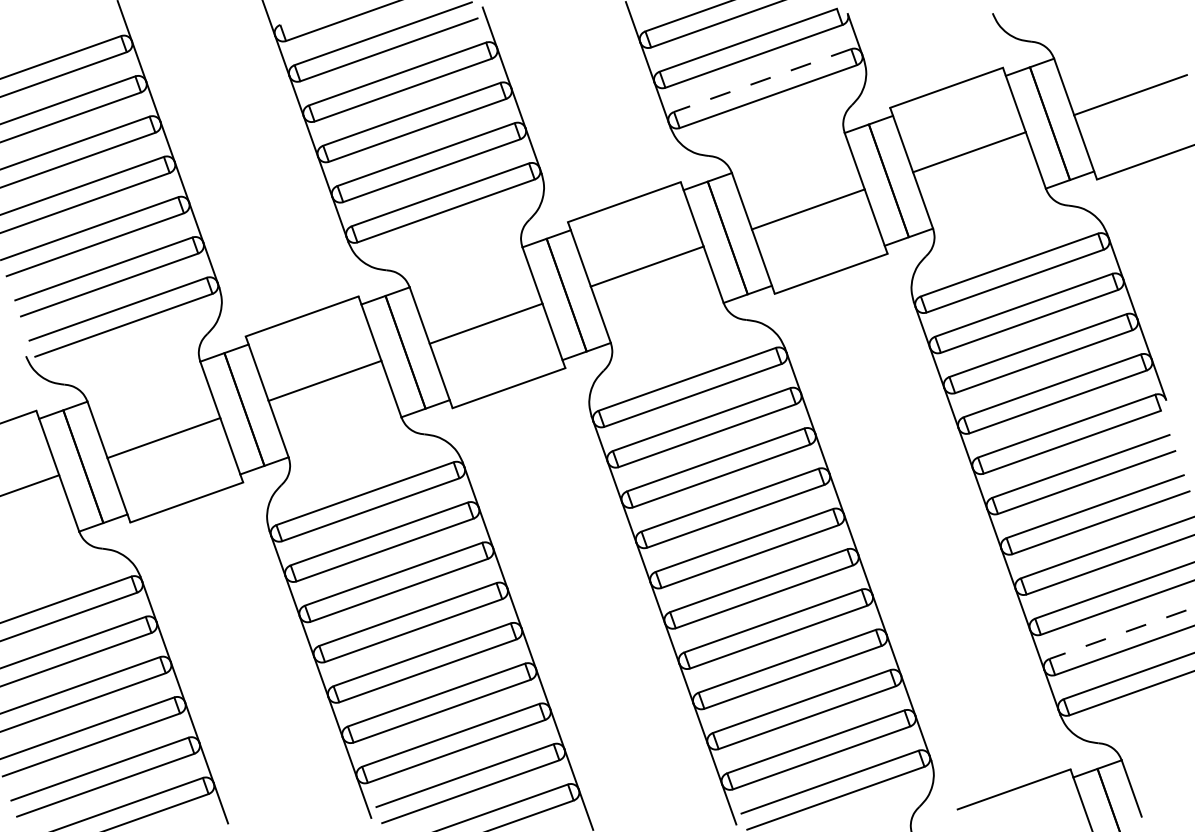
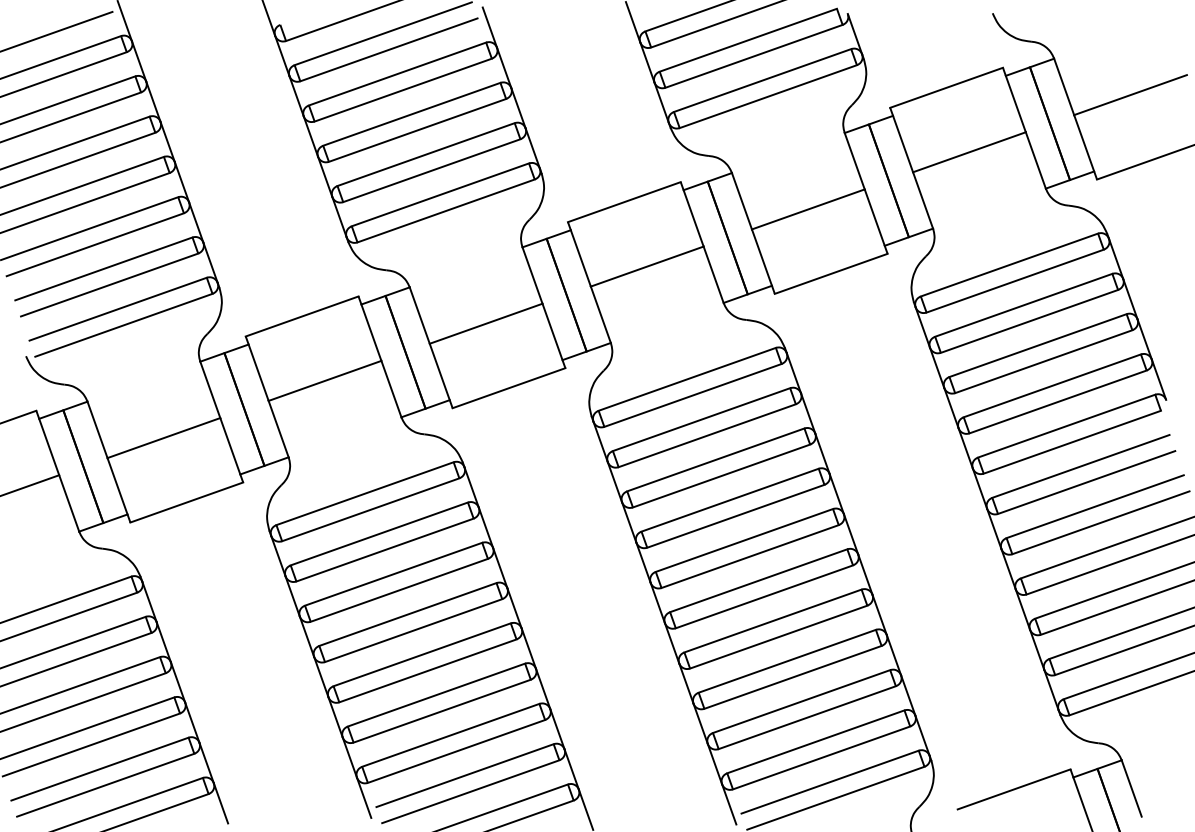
line at (57, 31): none -> present
line at (762, 80): dashed -> solid
line at (1121, 633): dashed -> solid
